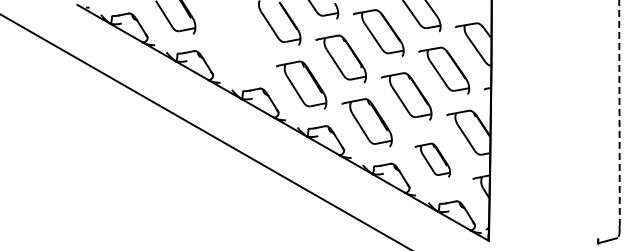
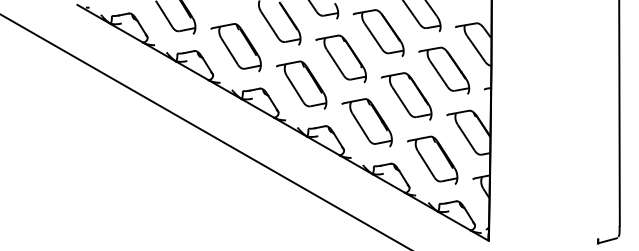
part at (235, 47): none -> present
line at (619, 113): dashed -> solid
part at (432, 159) size: 37x36 px -> 52x50 px
